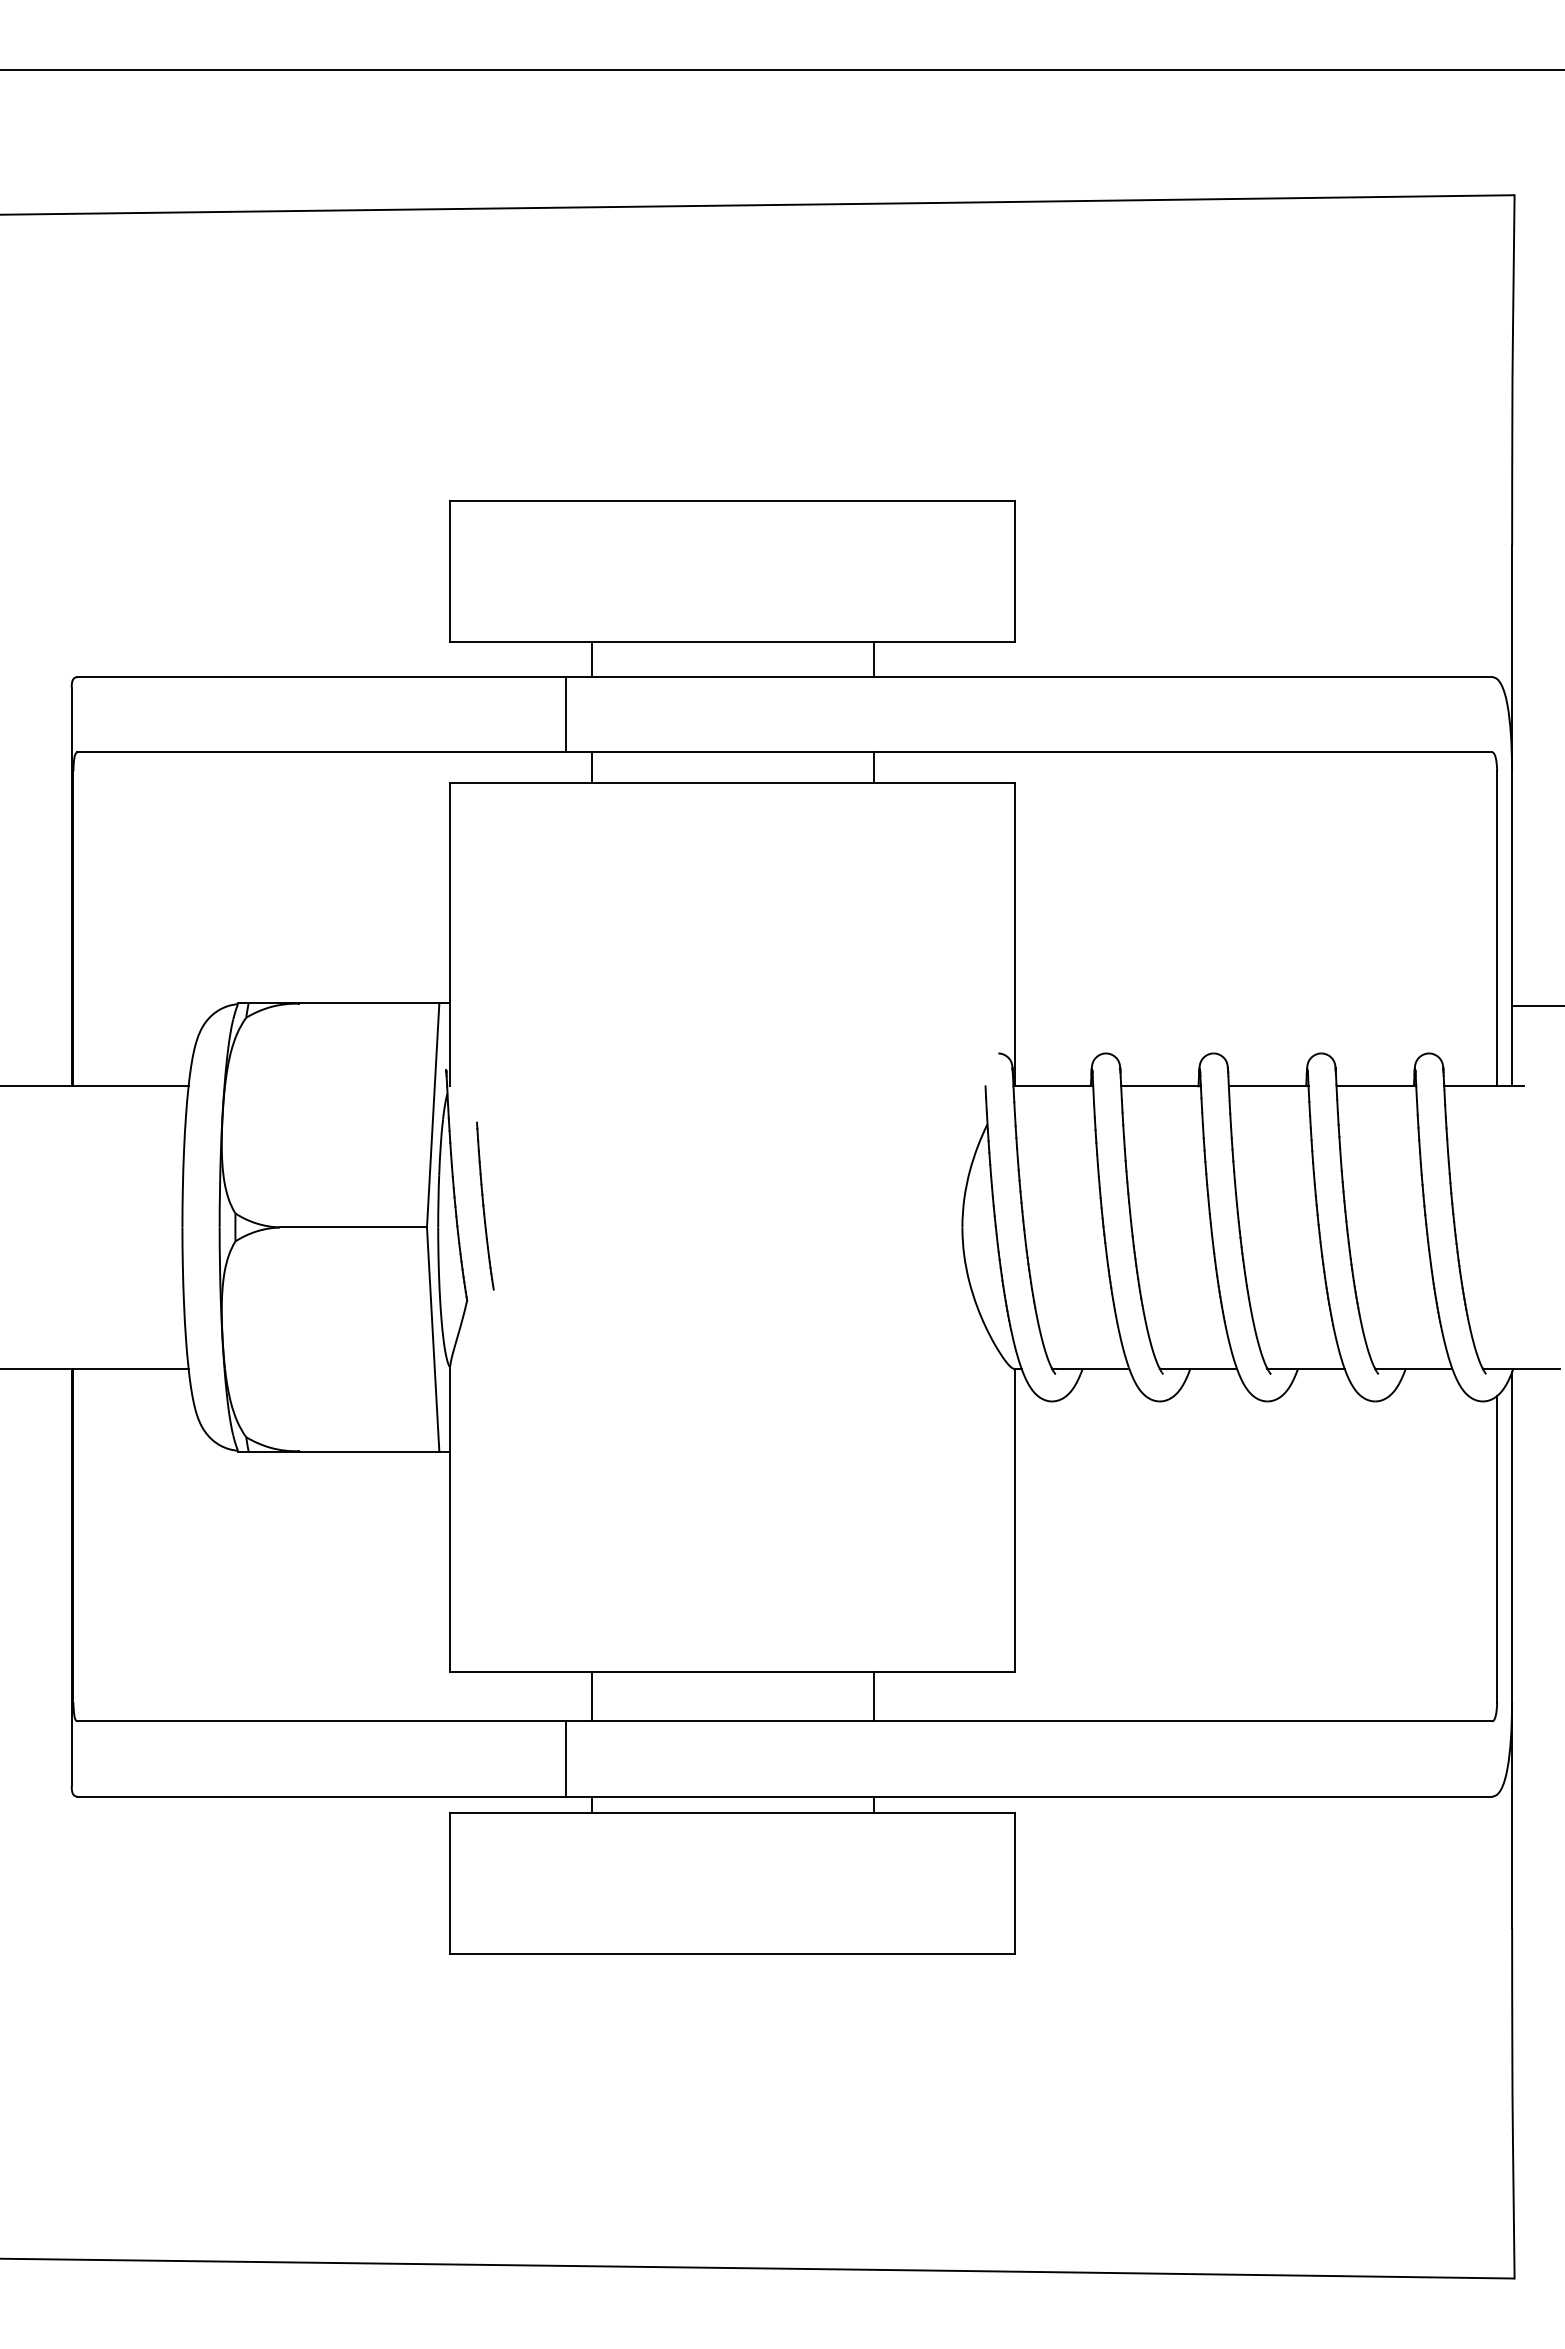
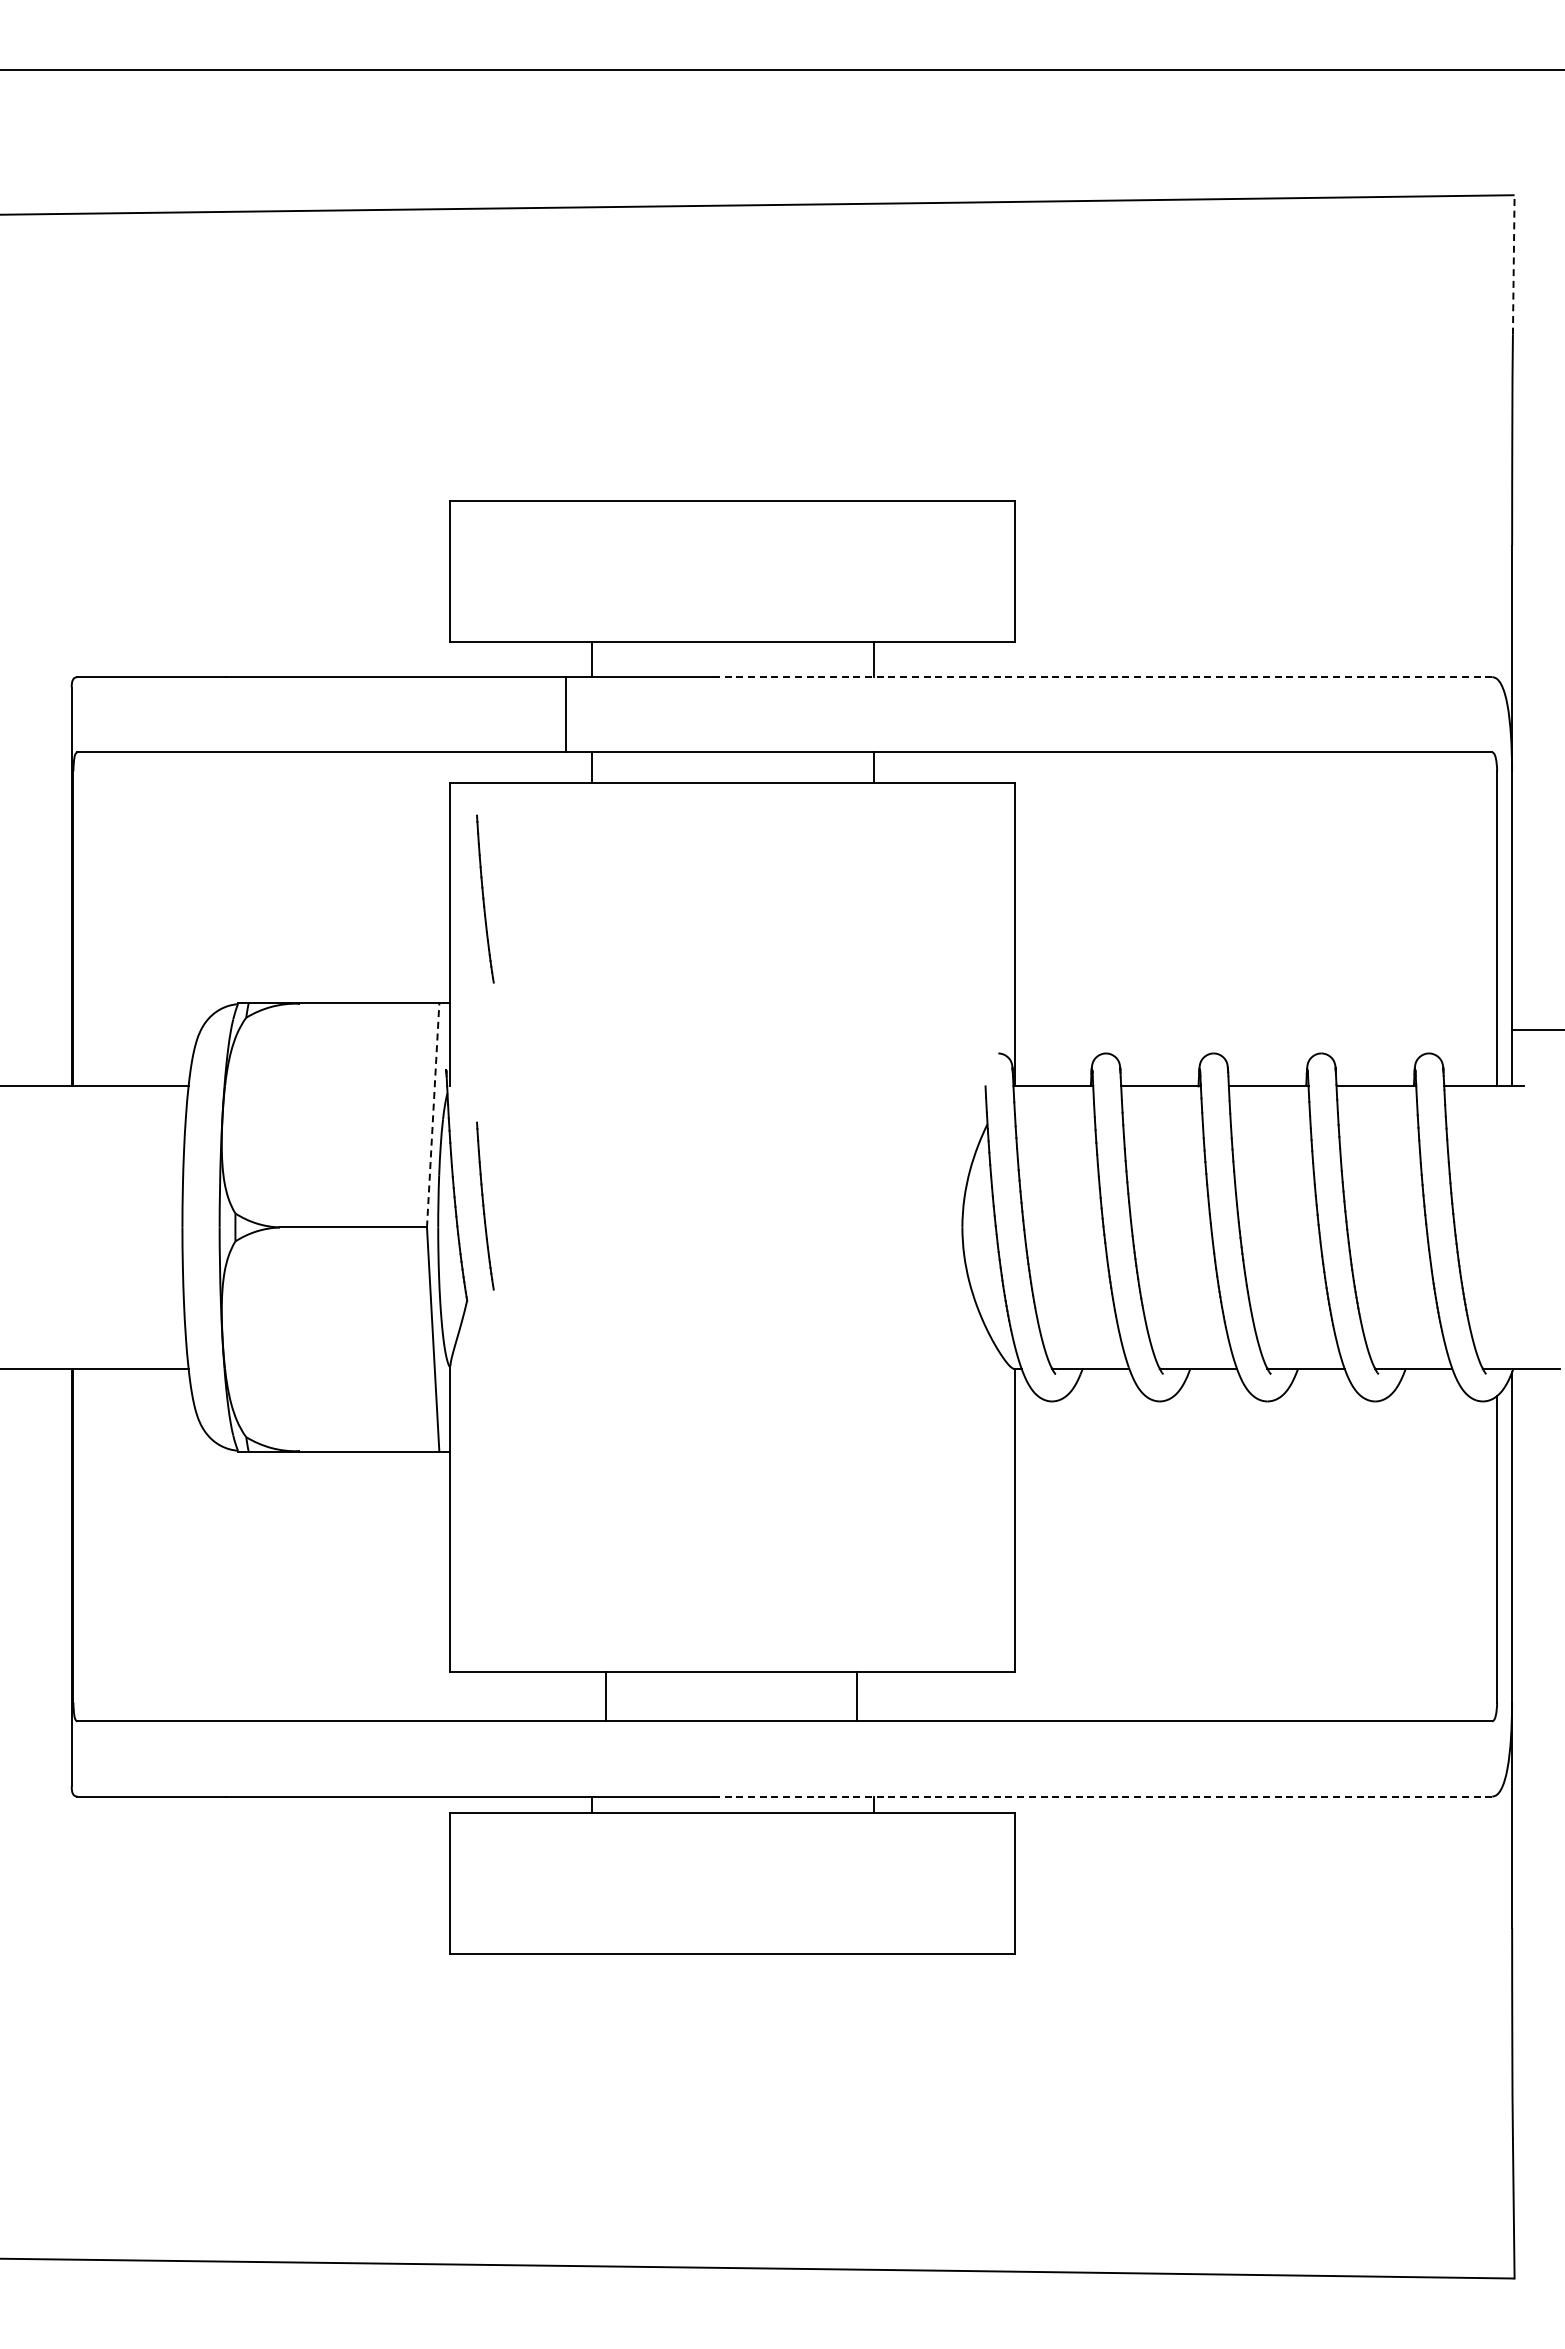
line at (1513, 264): solid -> dashed
line at (1102, 677): solid -> dashed
part at (485, 898): none -> present
line at (1536, 1006) position: (1536, 1006) -> (1536, 1030)
line at (433, 1114): solid -> dashed
line at (591, 1696) position: (591, 1696) -> (605, 1696)
line at (873, 1696) position: (873, 1696) -> (856, 1696)
line at (565, 1758): present -> none
line at (1102, 1796): solid -> dashed
